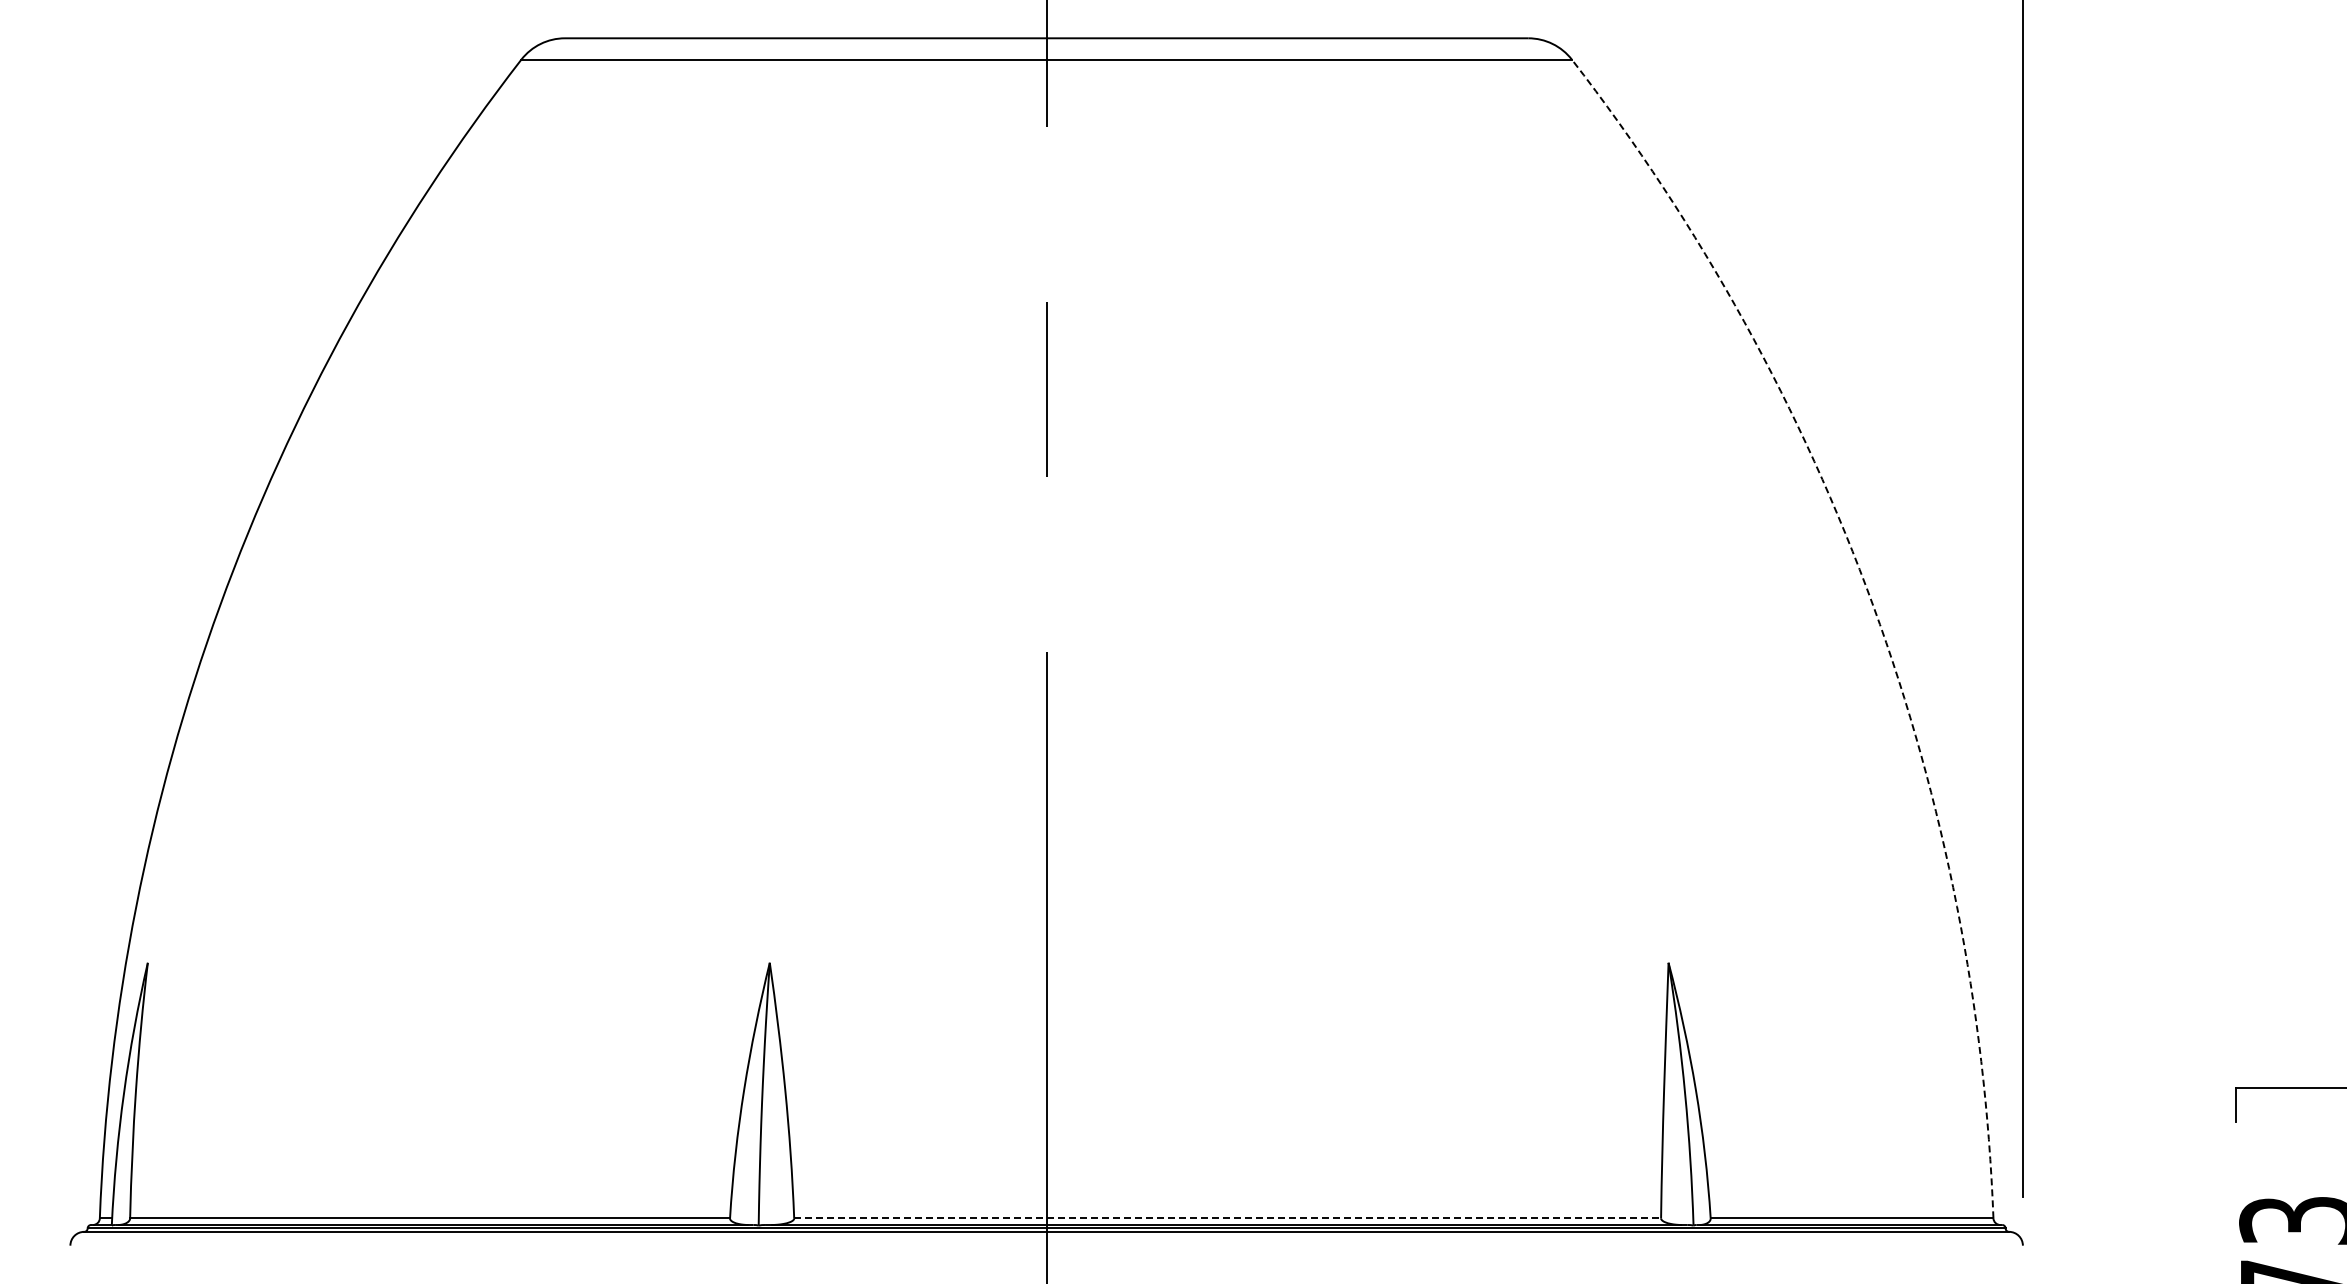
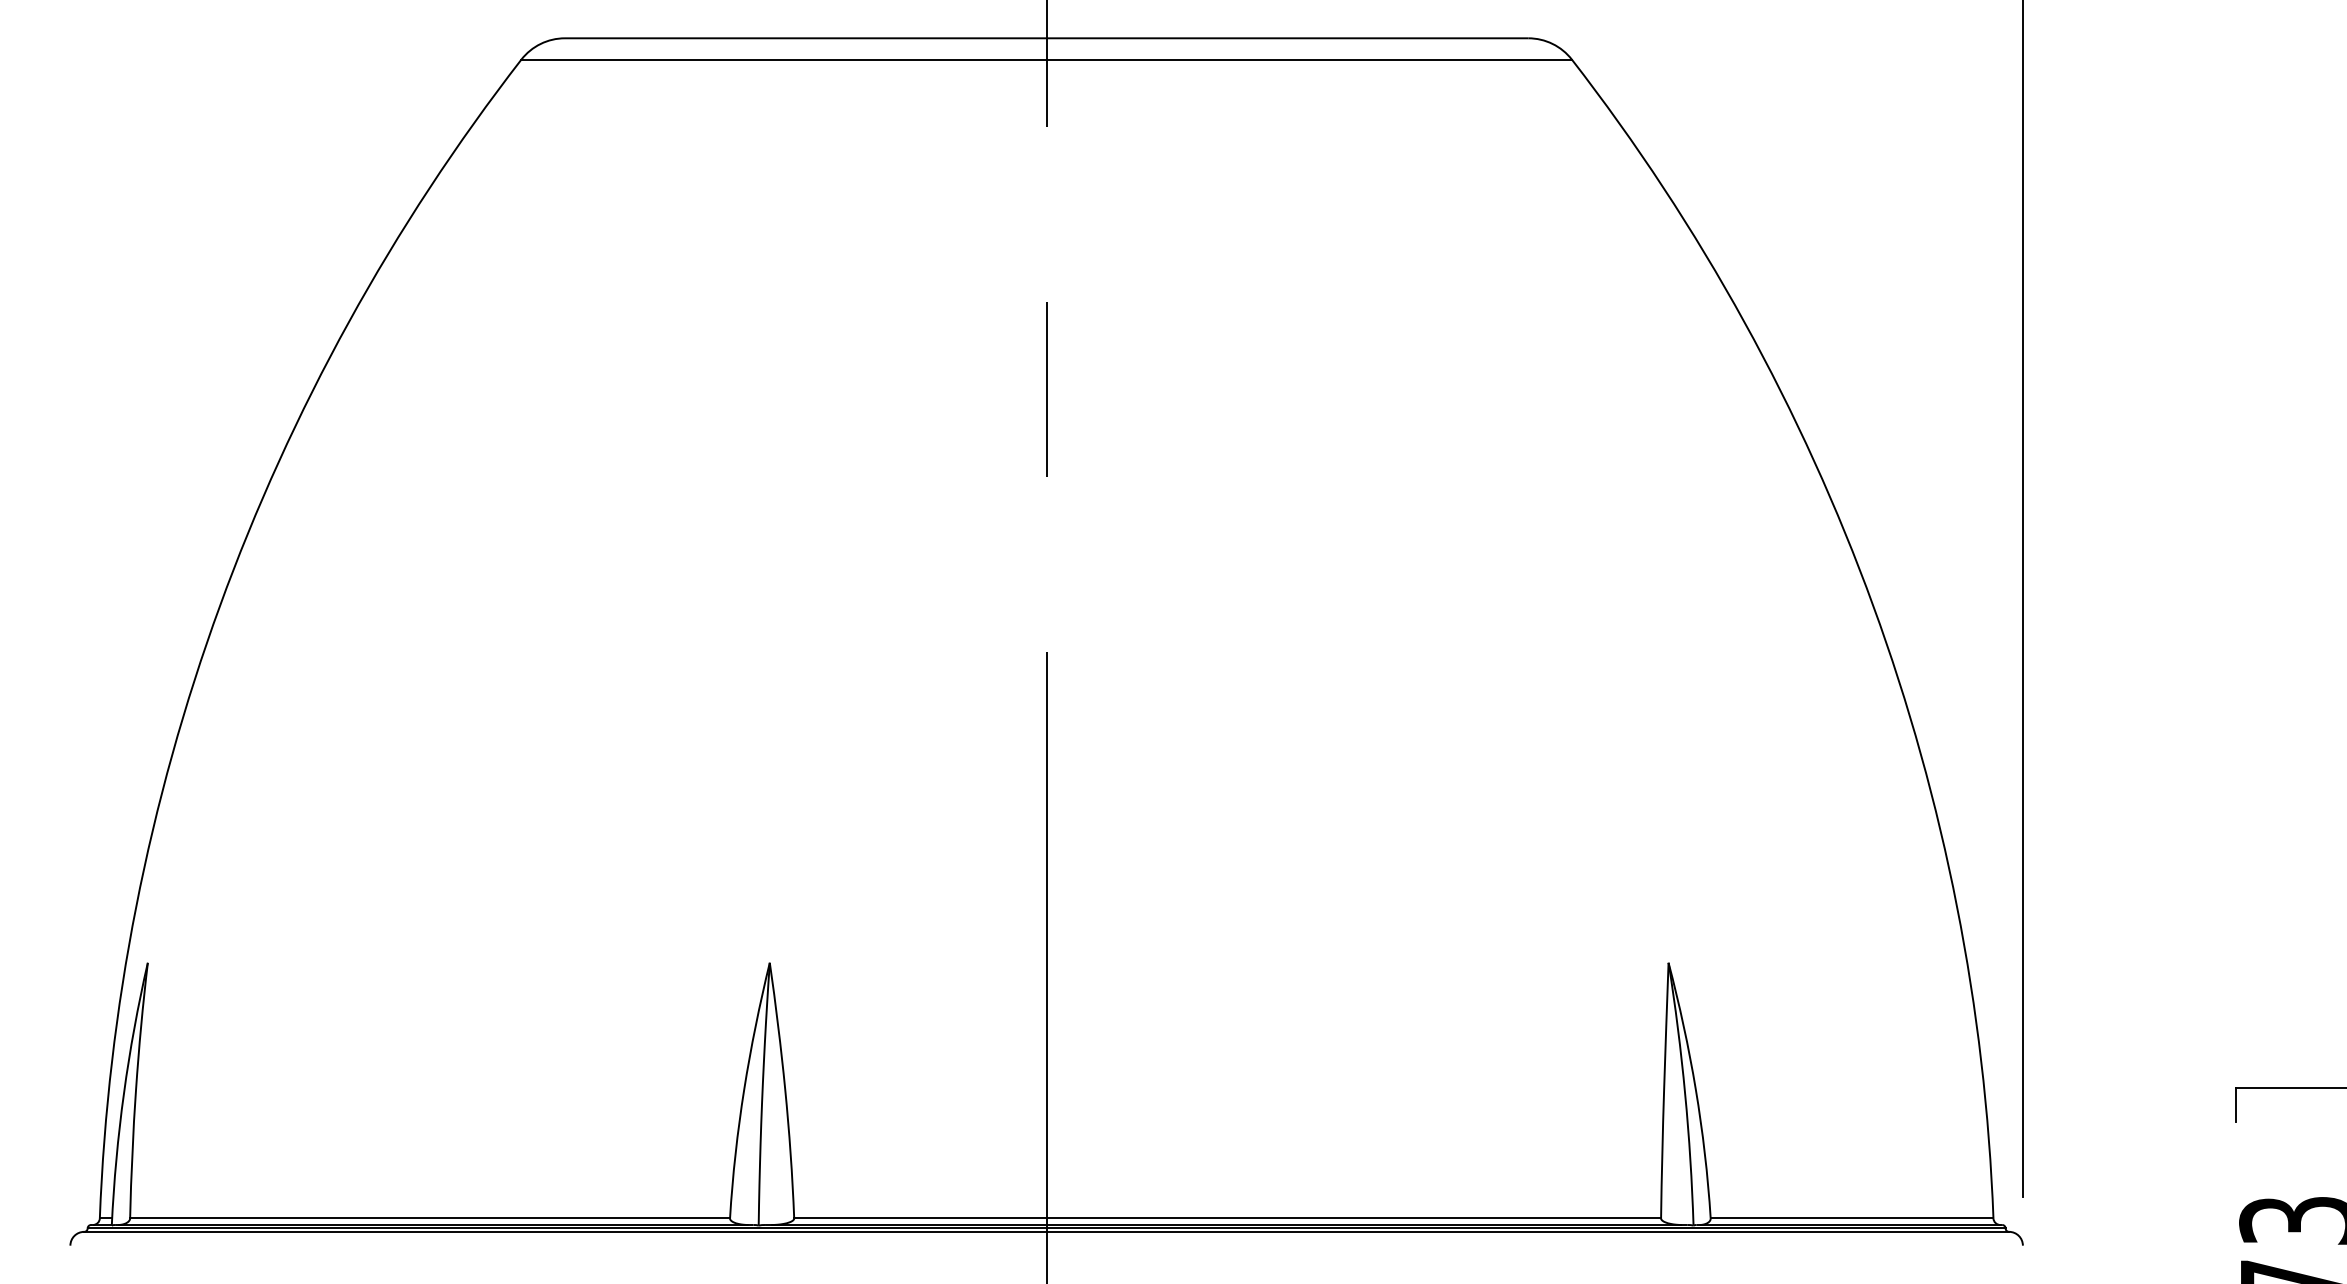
arc at (1873, 606): dashed -> solid
line at (1228, 1218): dashed -> solid
